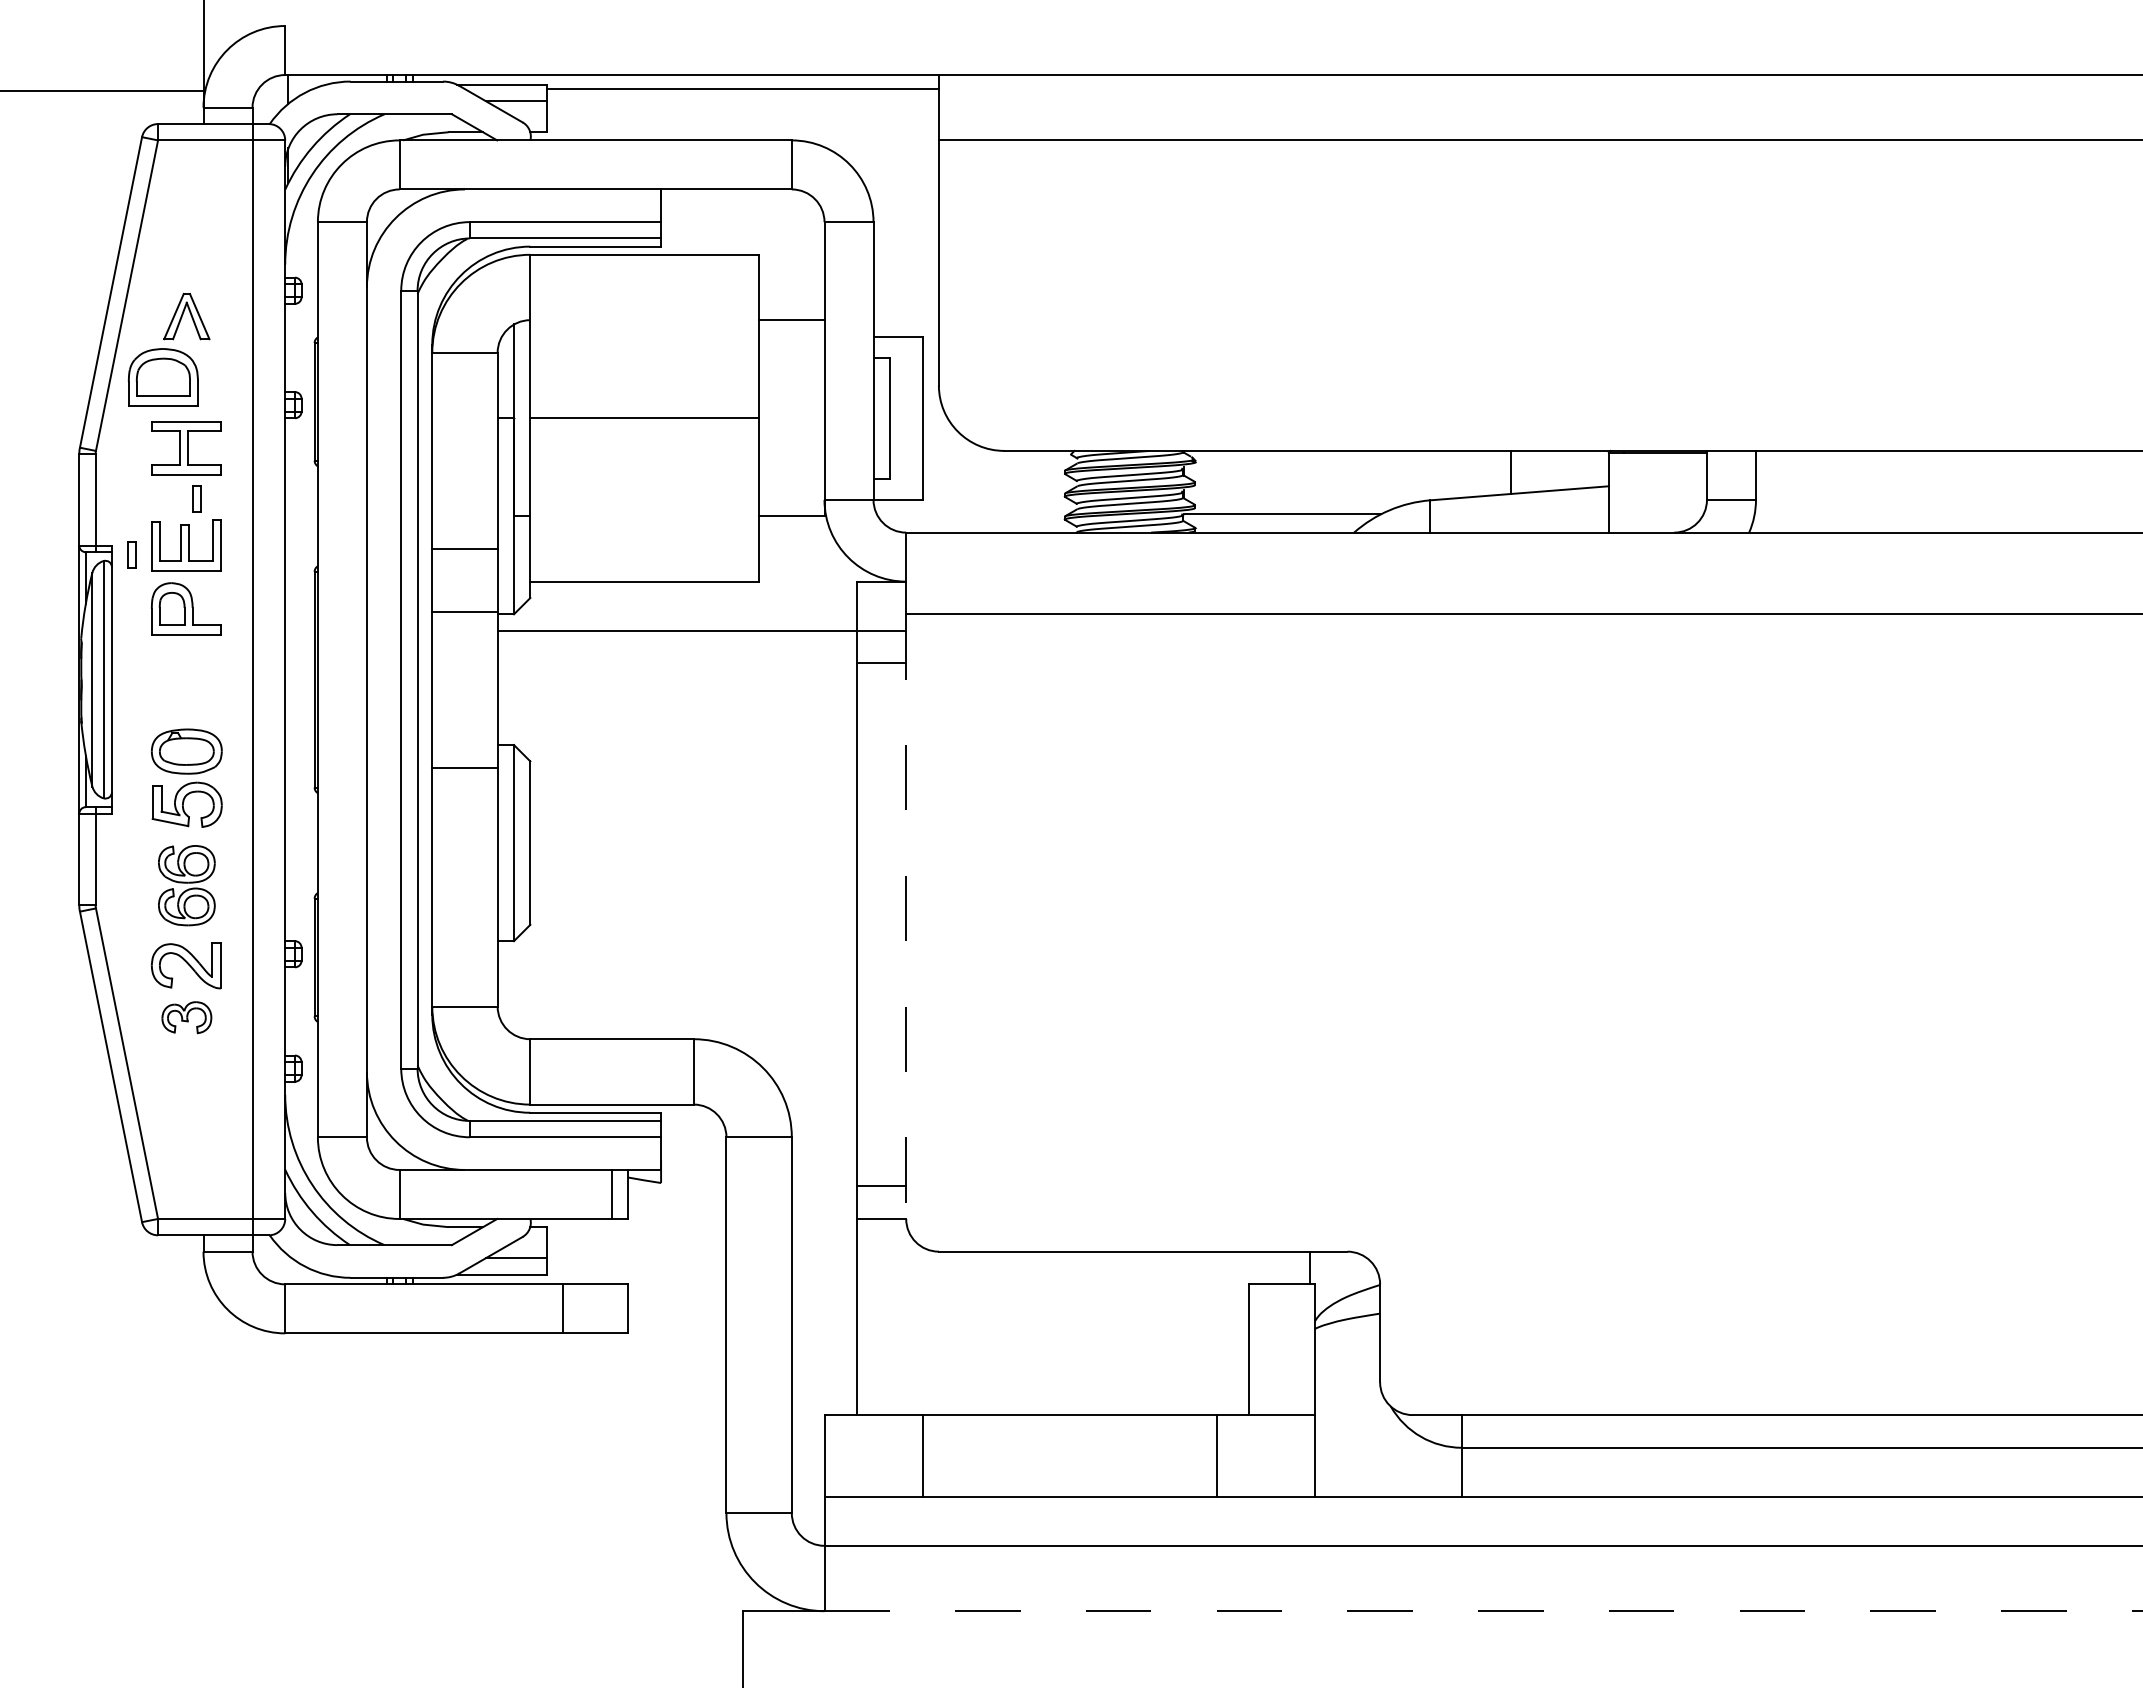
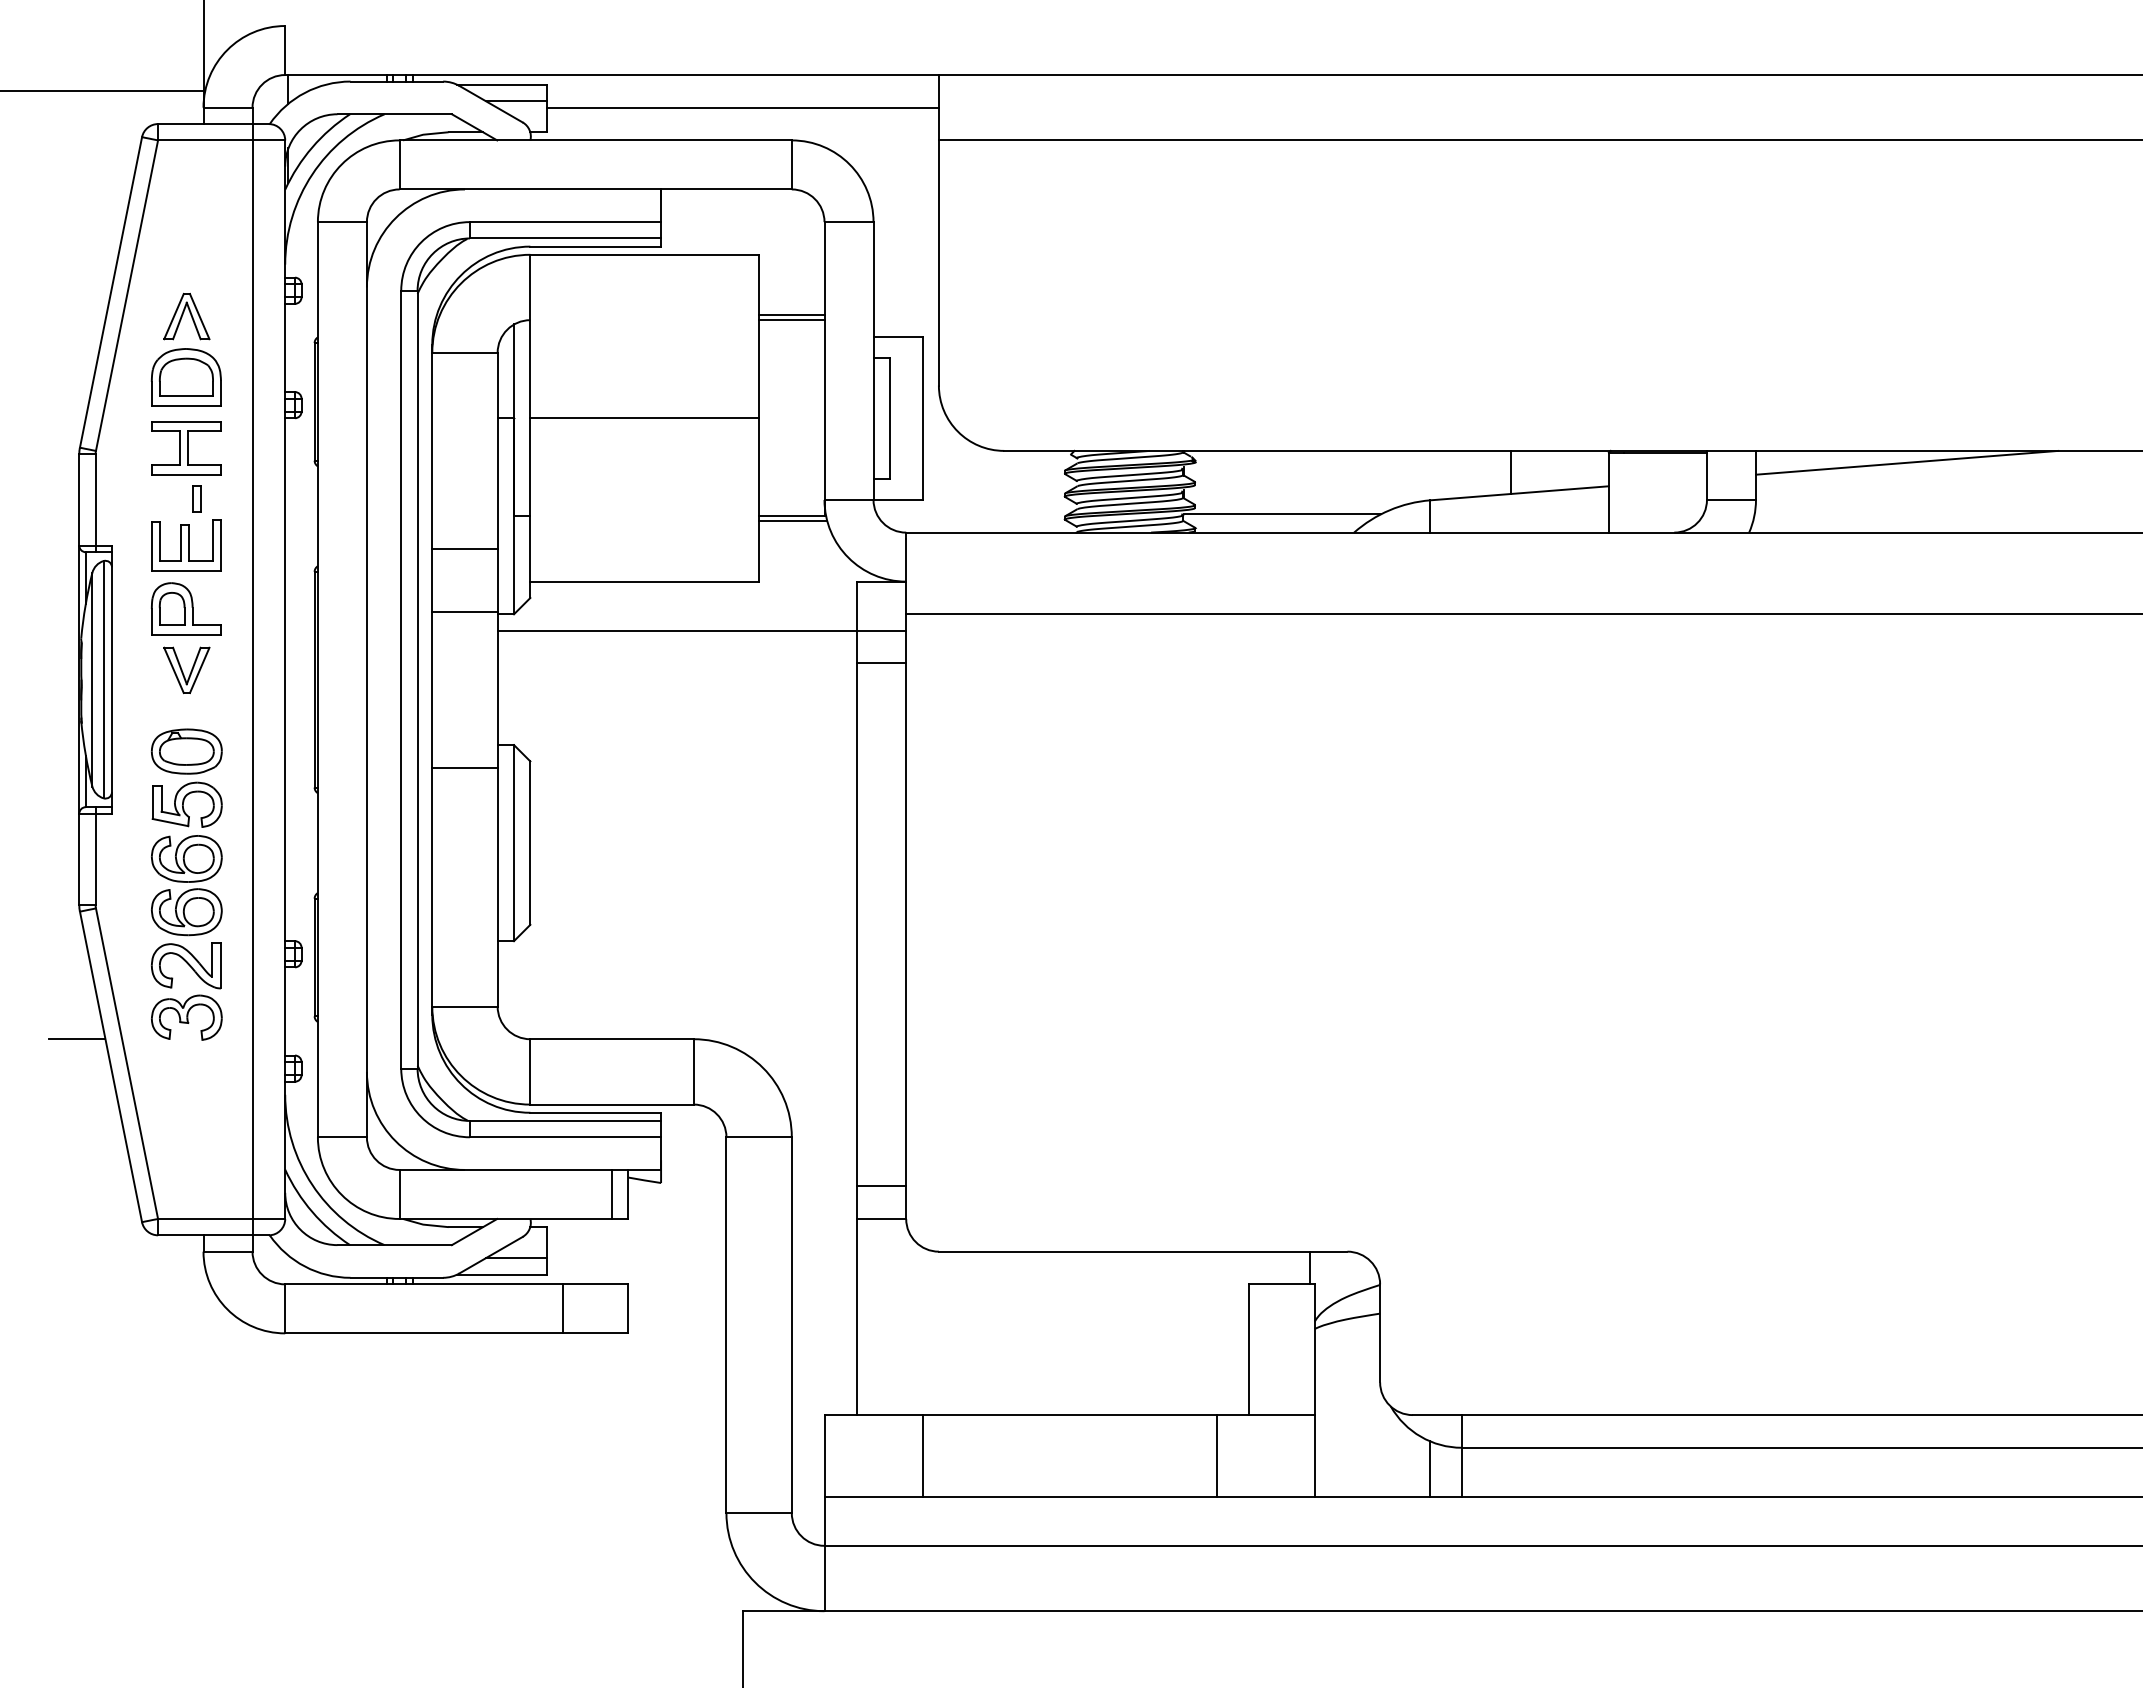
line at (742, 88) position: (742, 88) -> (742, 107)
line at (791, 315): none -> present
part at (162, 377) position: (162, 377) -> (185, 377)
line at (1906, 462): none -> present
line at (793, 521): none -> present
part at (131, 554): present -> none
part at (186, 670): none -> present
part at (186, 885) size: 58x82 px -> 72x102 px
line at (906, 917): dashed -> solid
part at (186, 1017) size: 52x34 px -> 72x47 px
line at (77, 1039): none -> present
line at (1430, 1468): none -> present
line at (1484, 1611): dashed -> solid
